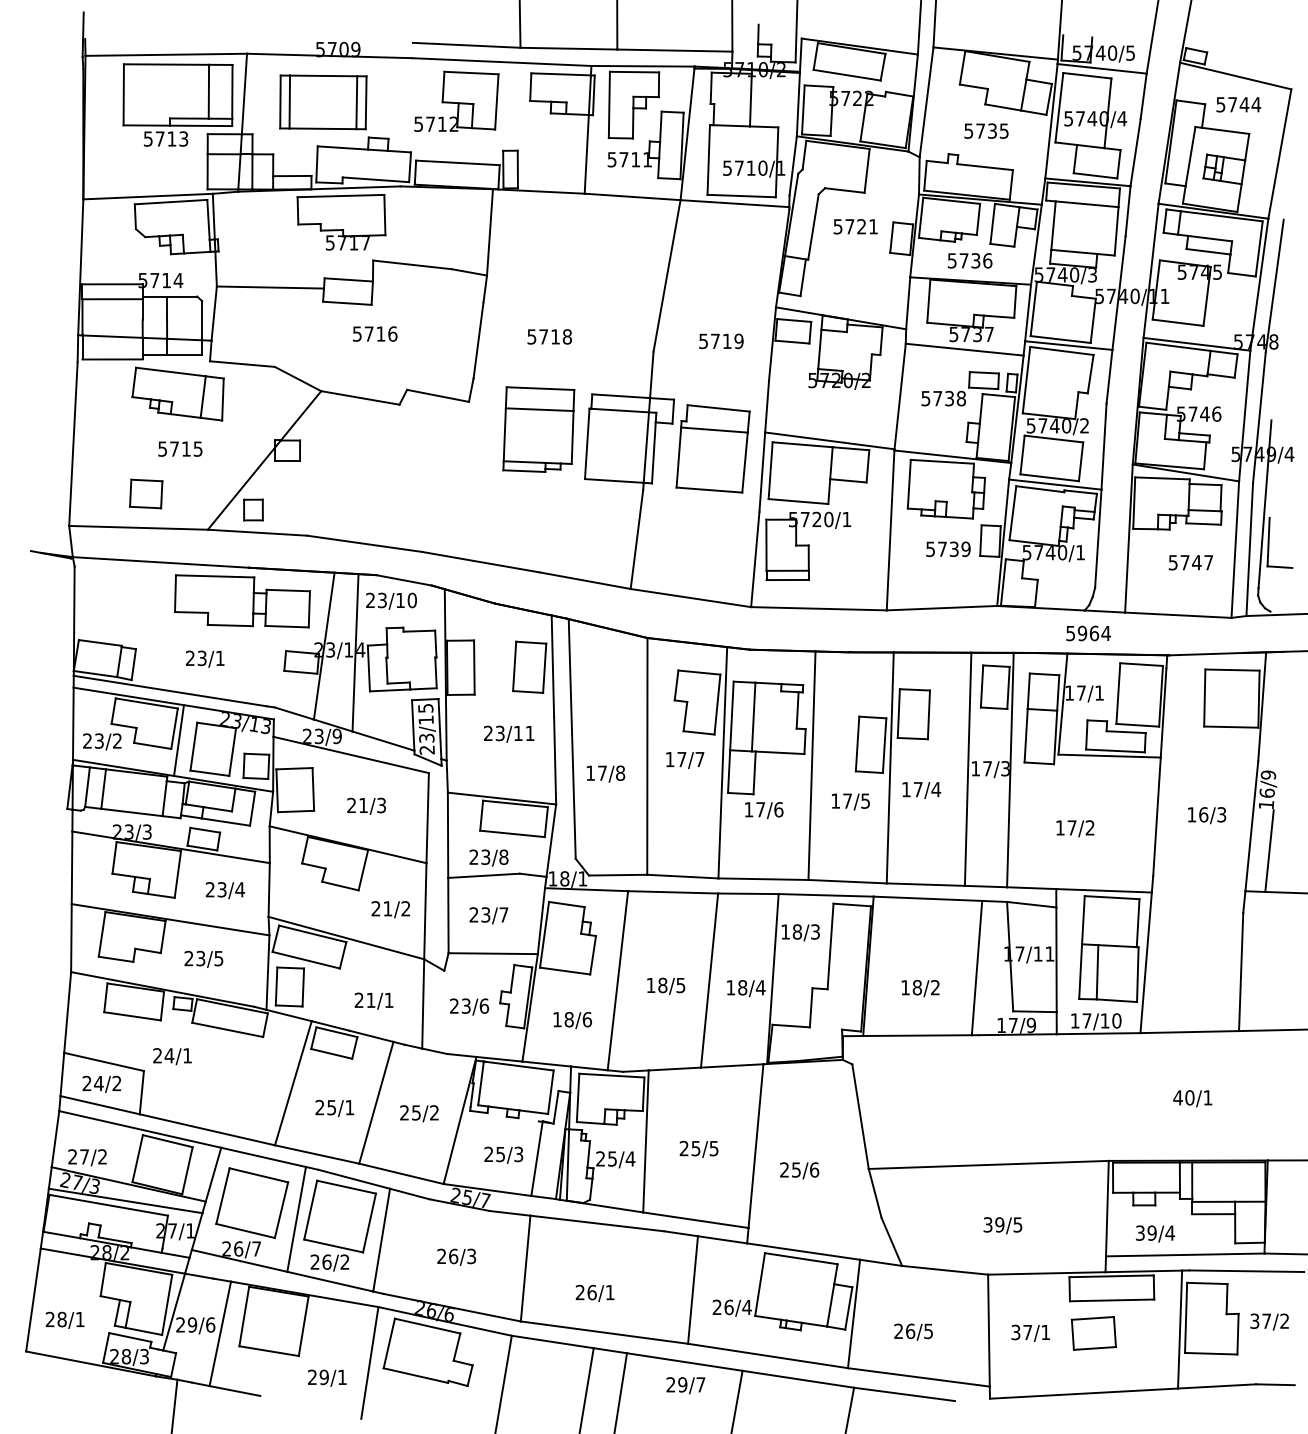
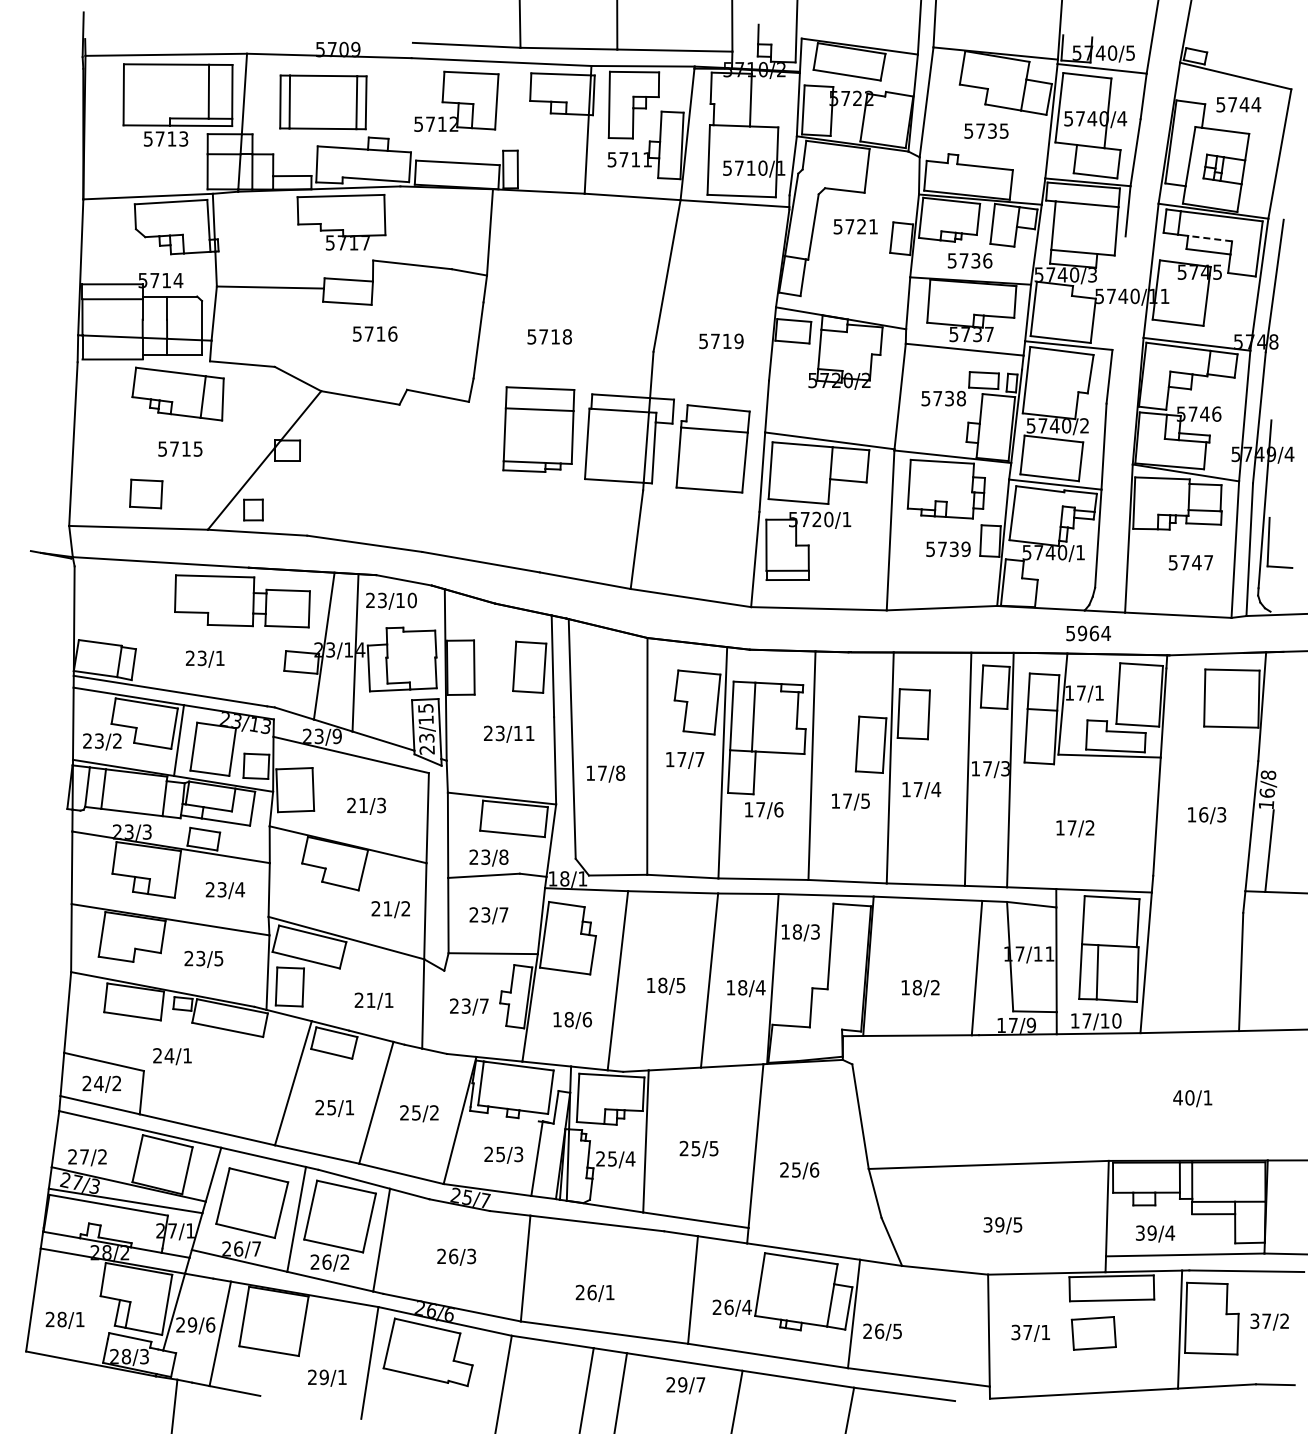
line at (1209, 238): solid -> dashed
line at (1118, 292): present -> none
text at (1268, 774): 16/9 -> 16/8
text at (484, 1005): 23/6 -> 23/7
text at (913, 1331) position: (913, 1331) -> (882, 1331)
